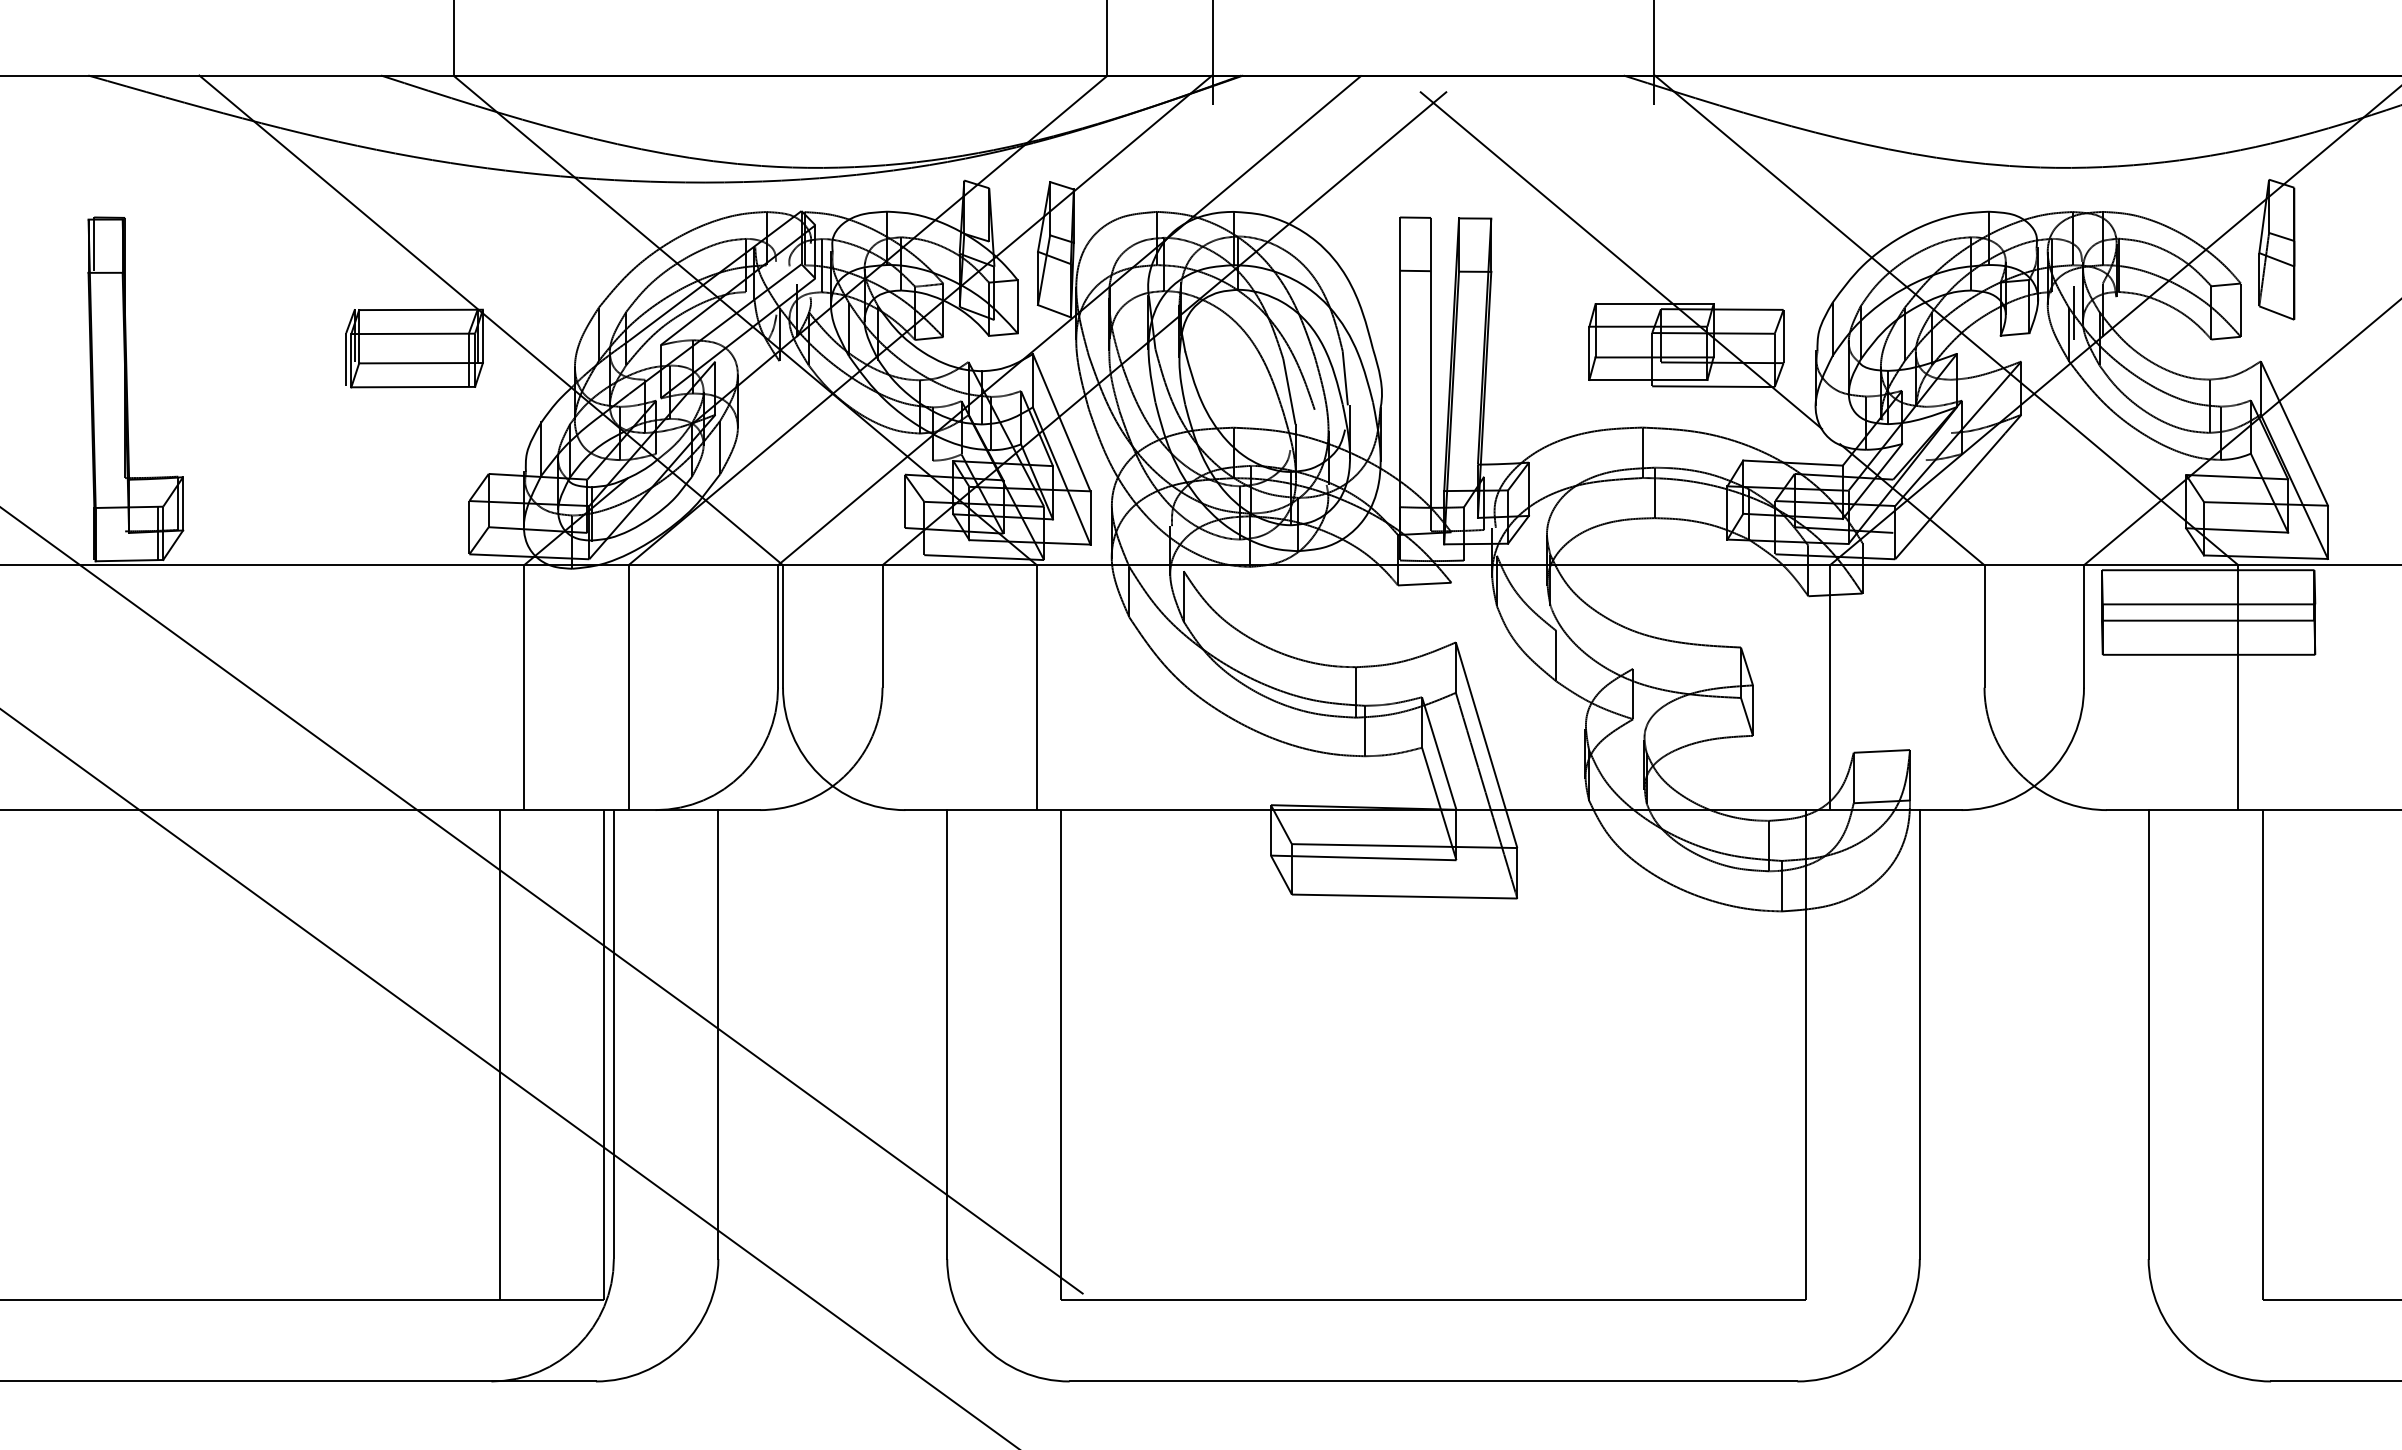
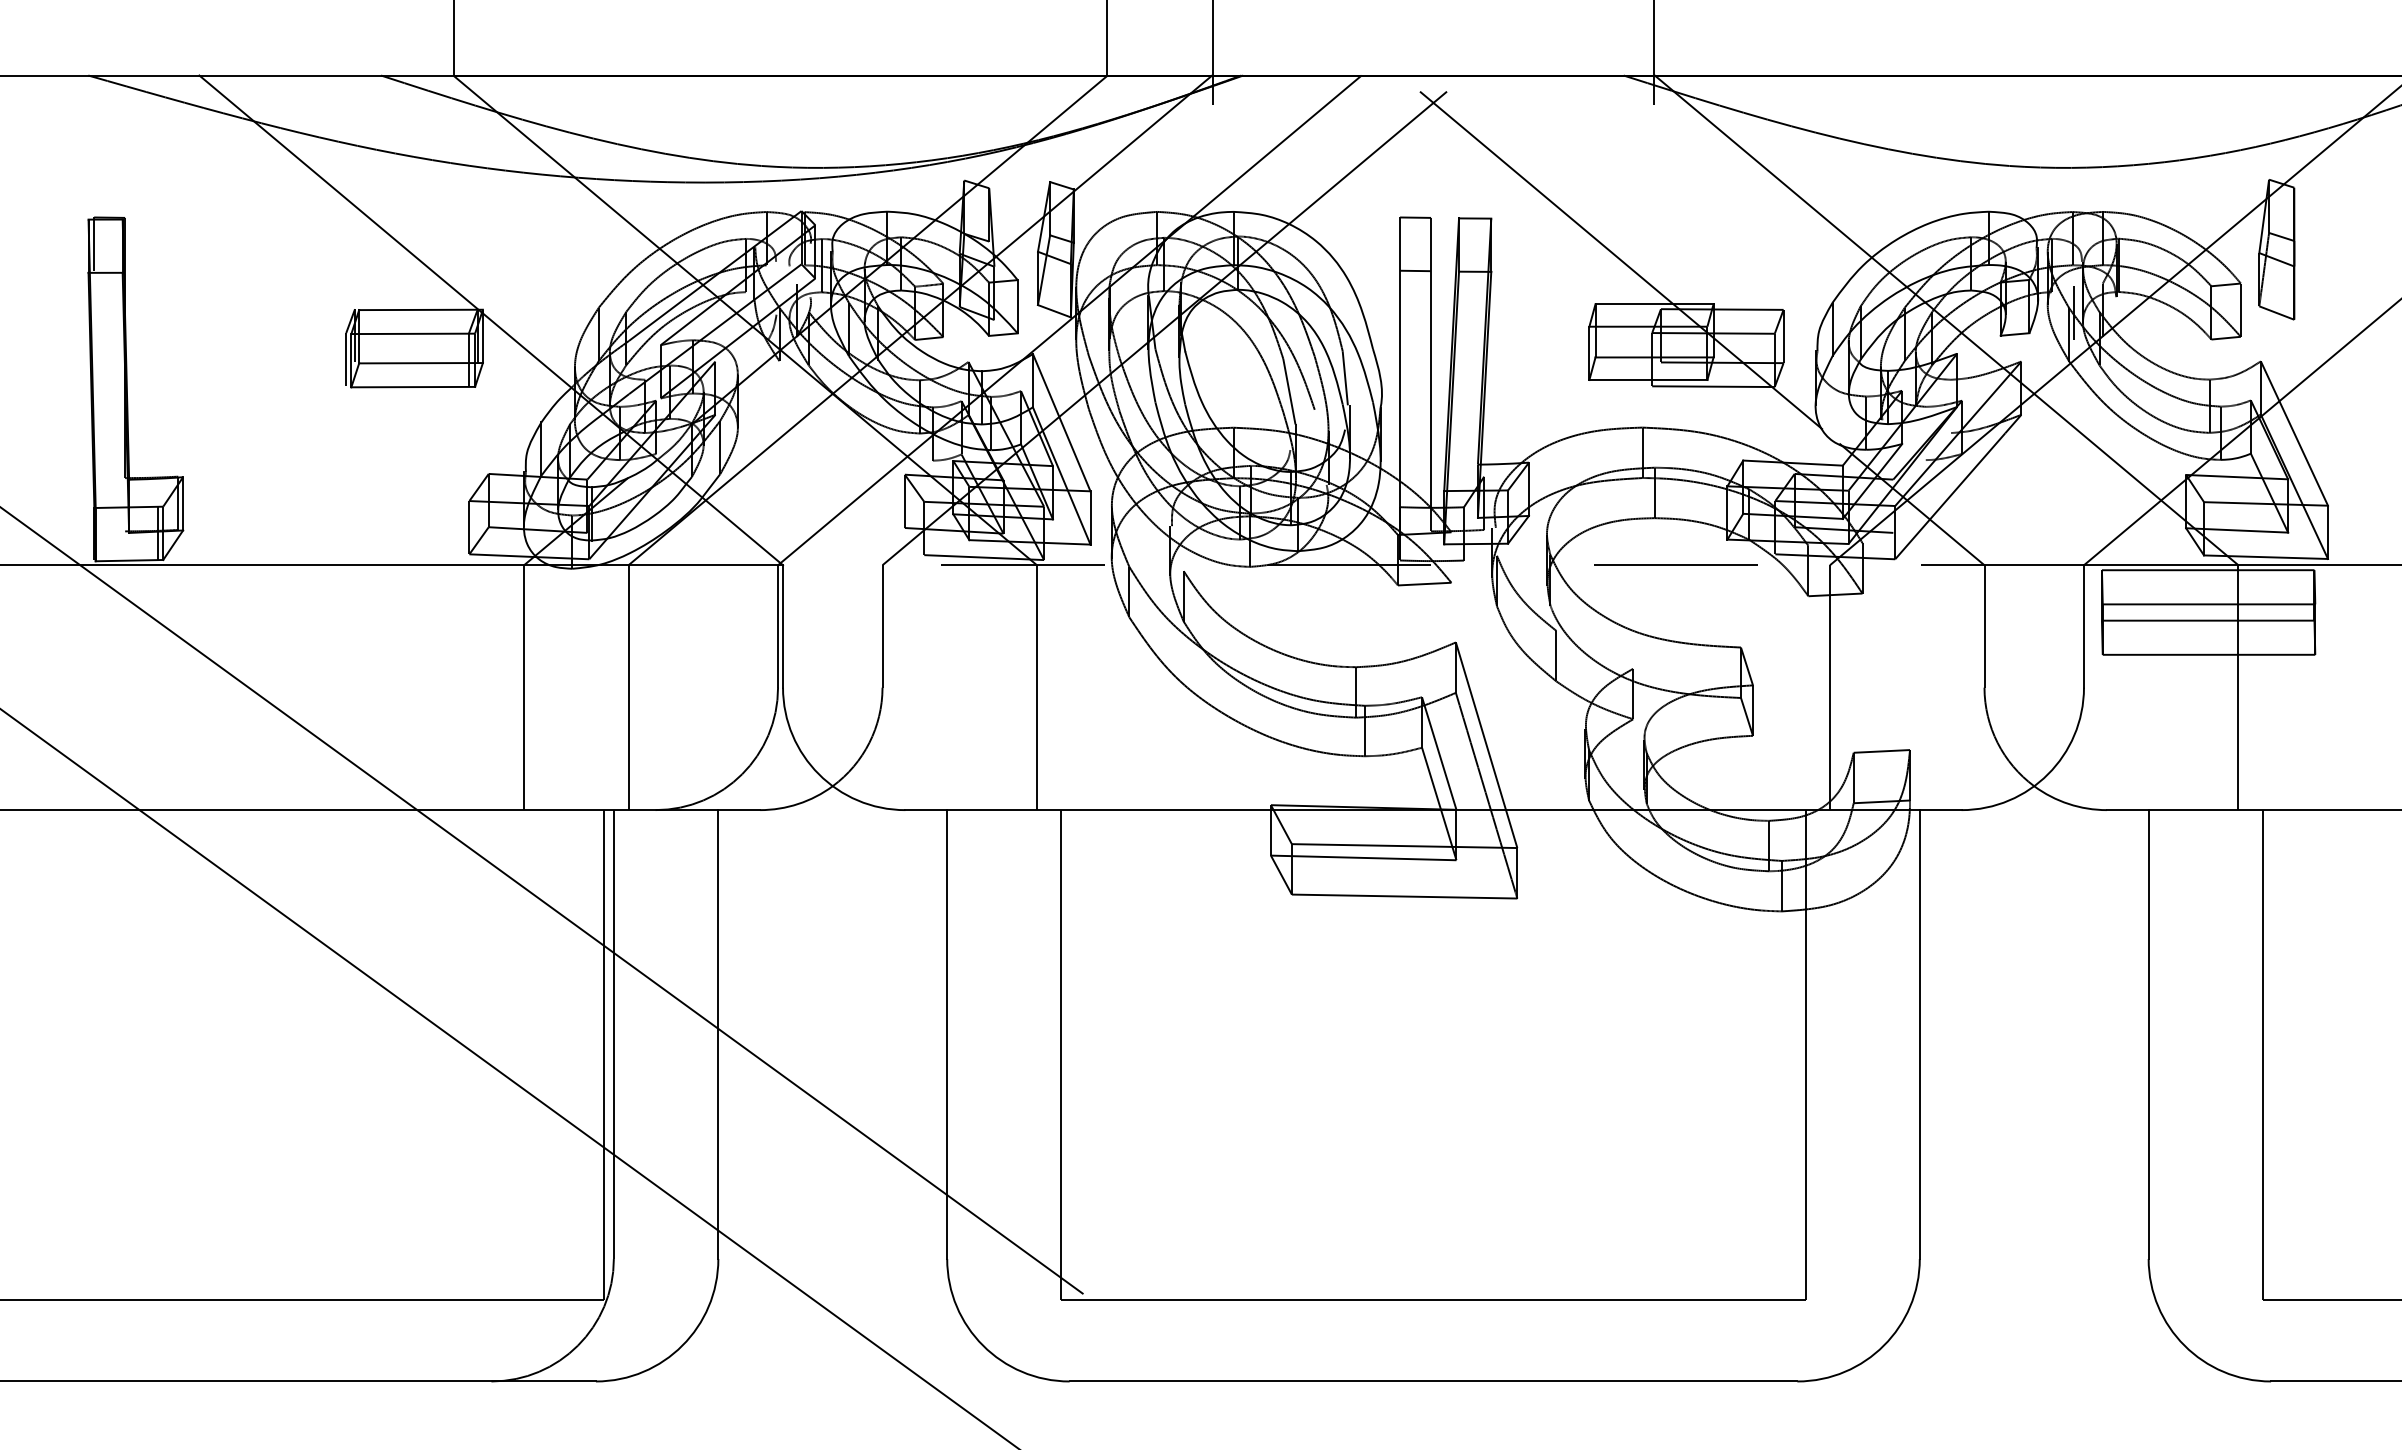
line at (1433, 565): solid -> dashed
line at (499, 1054): present -> none
